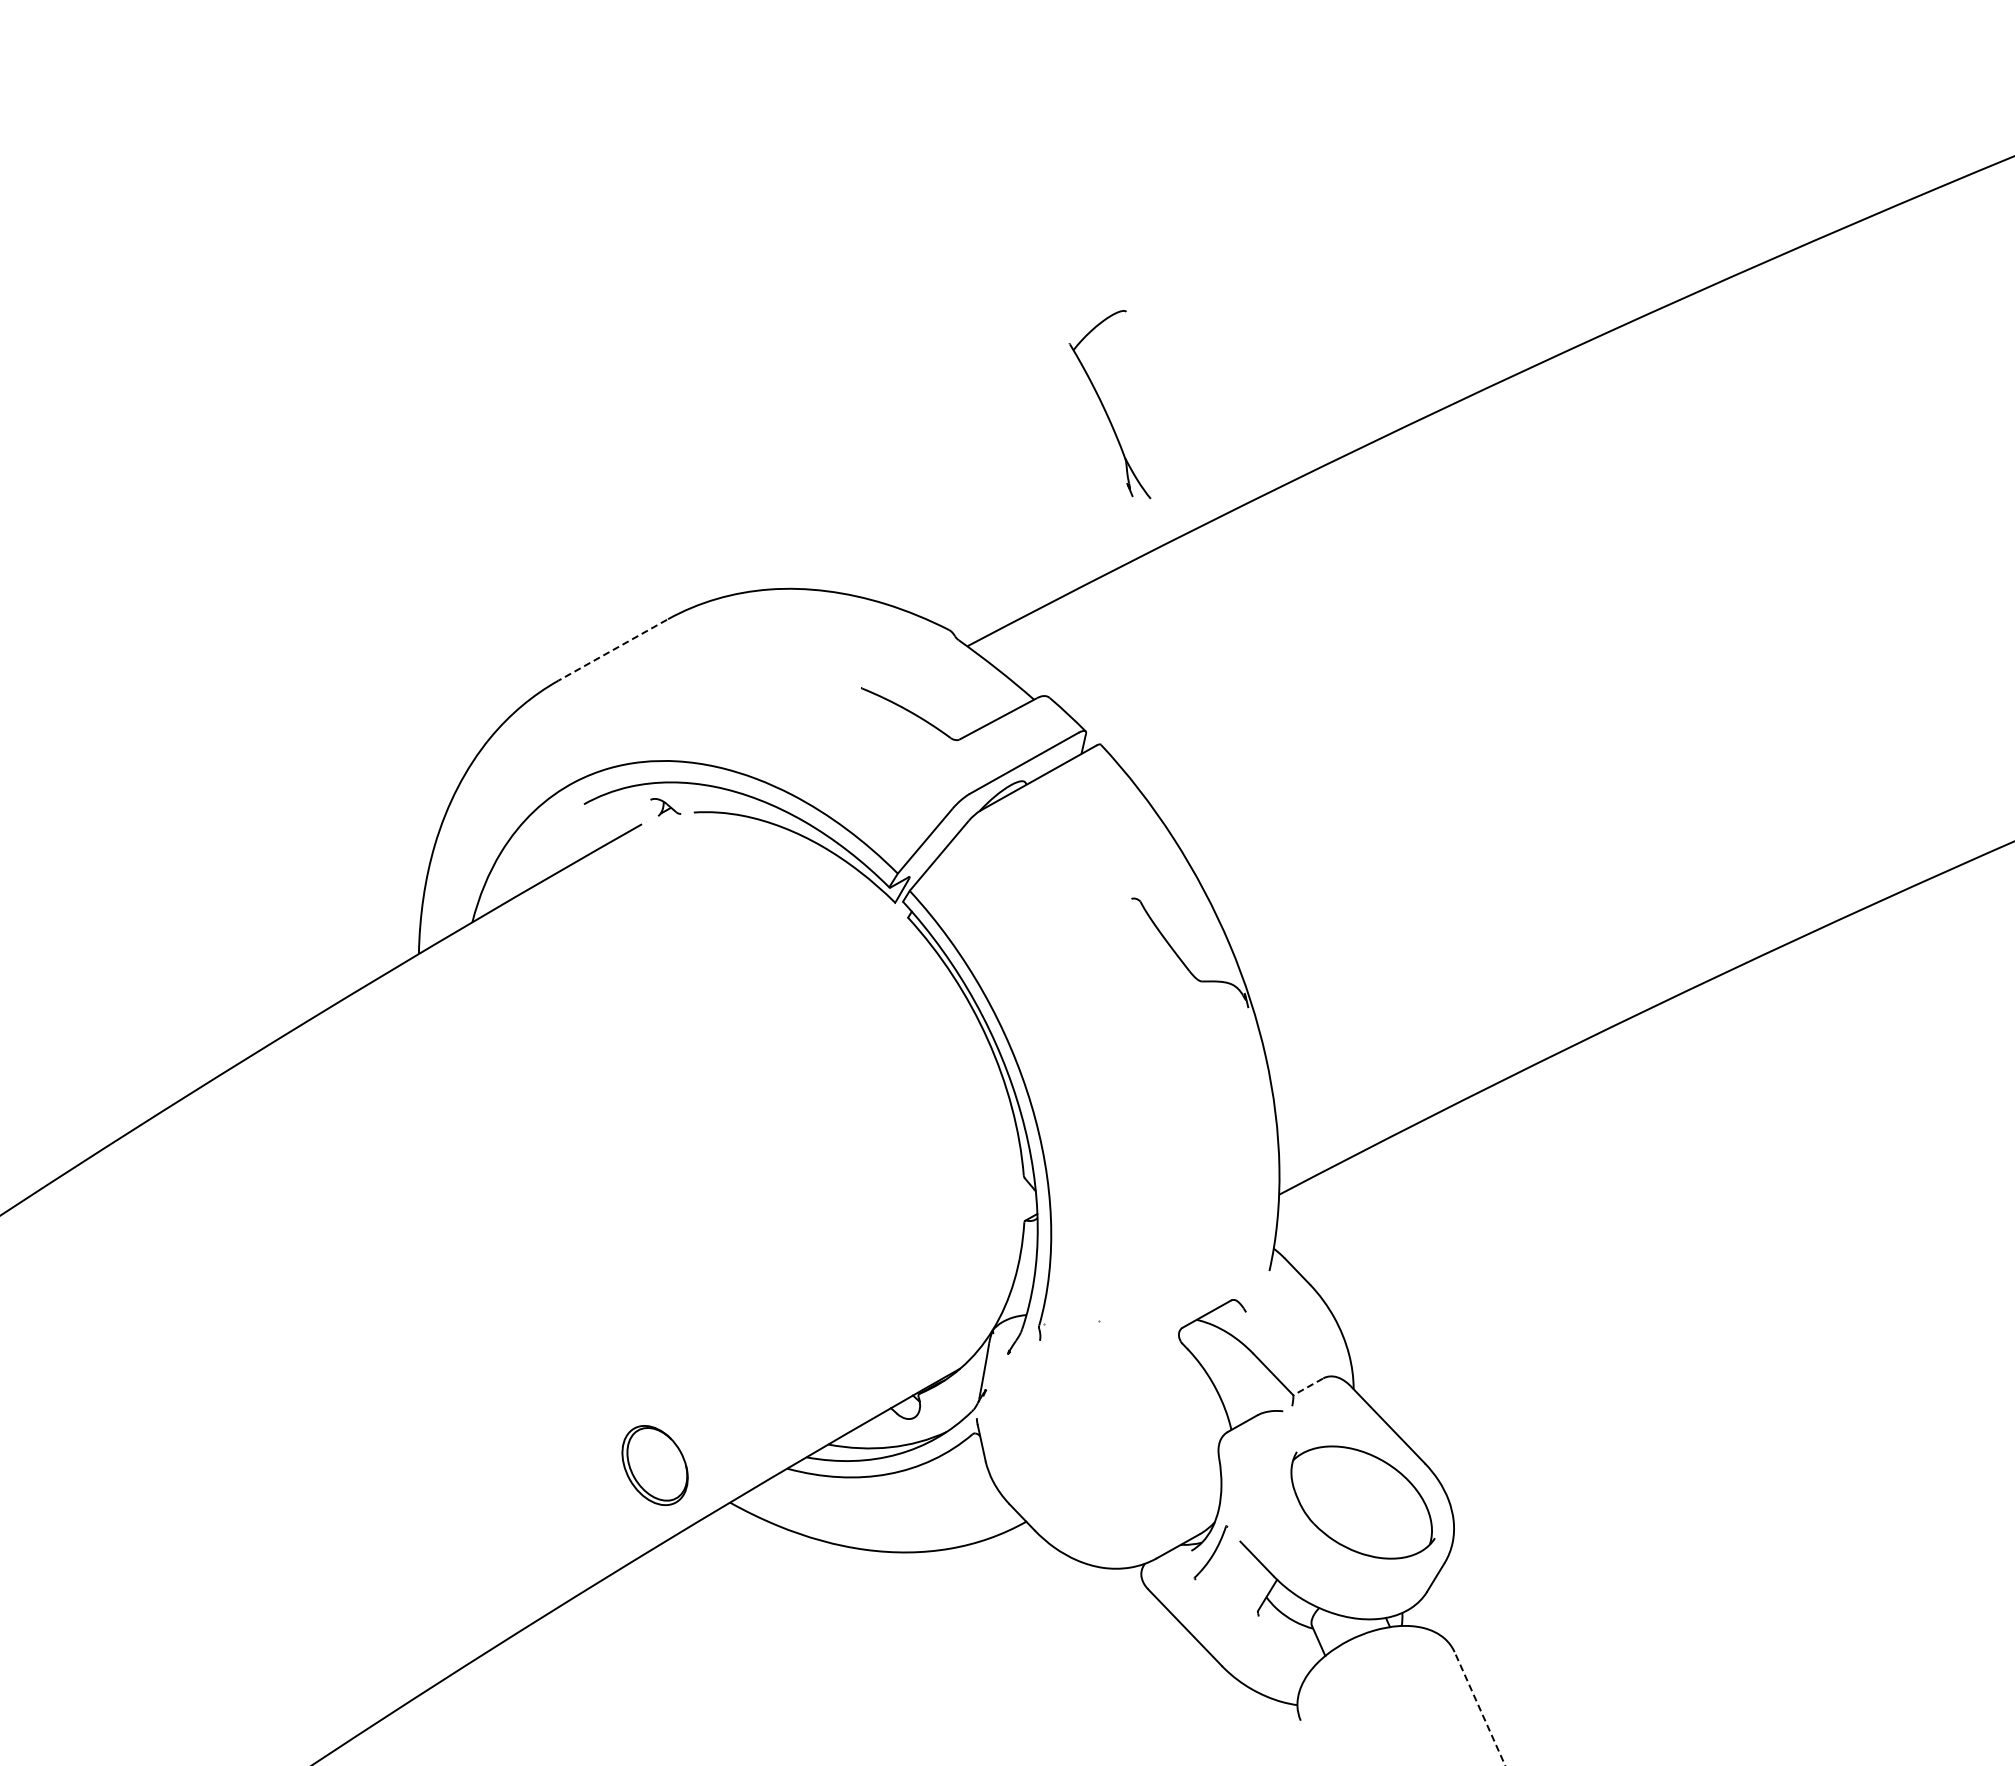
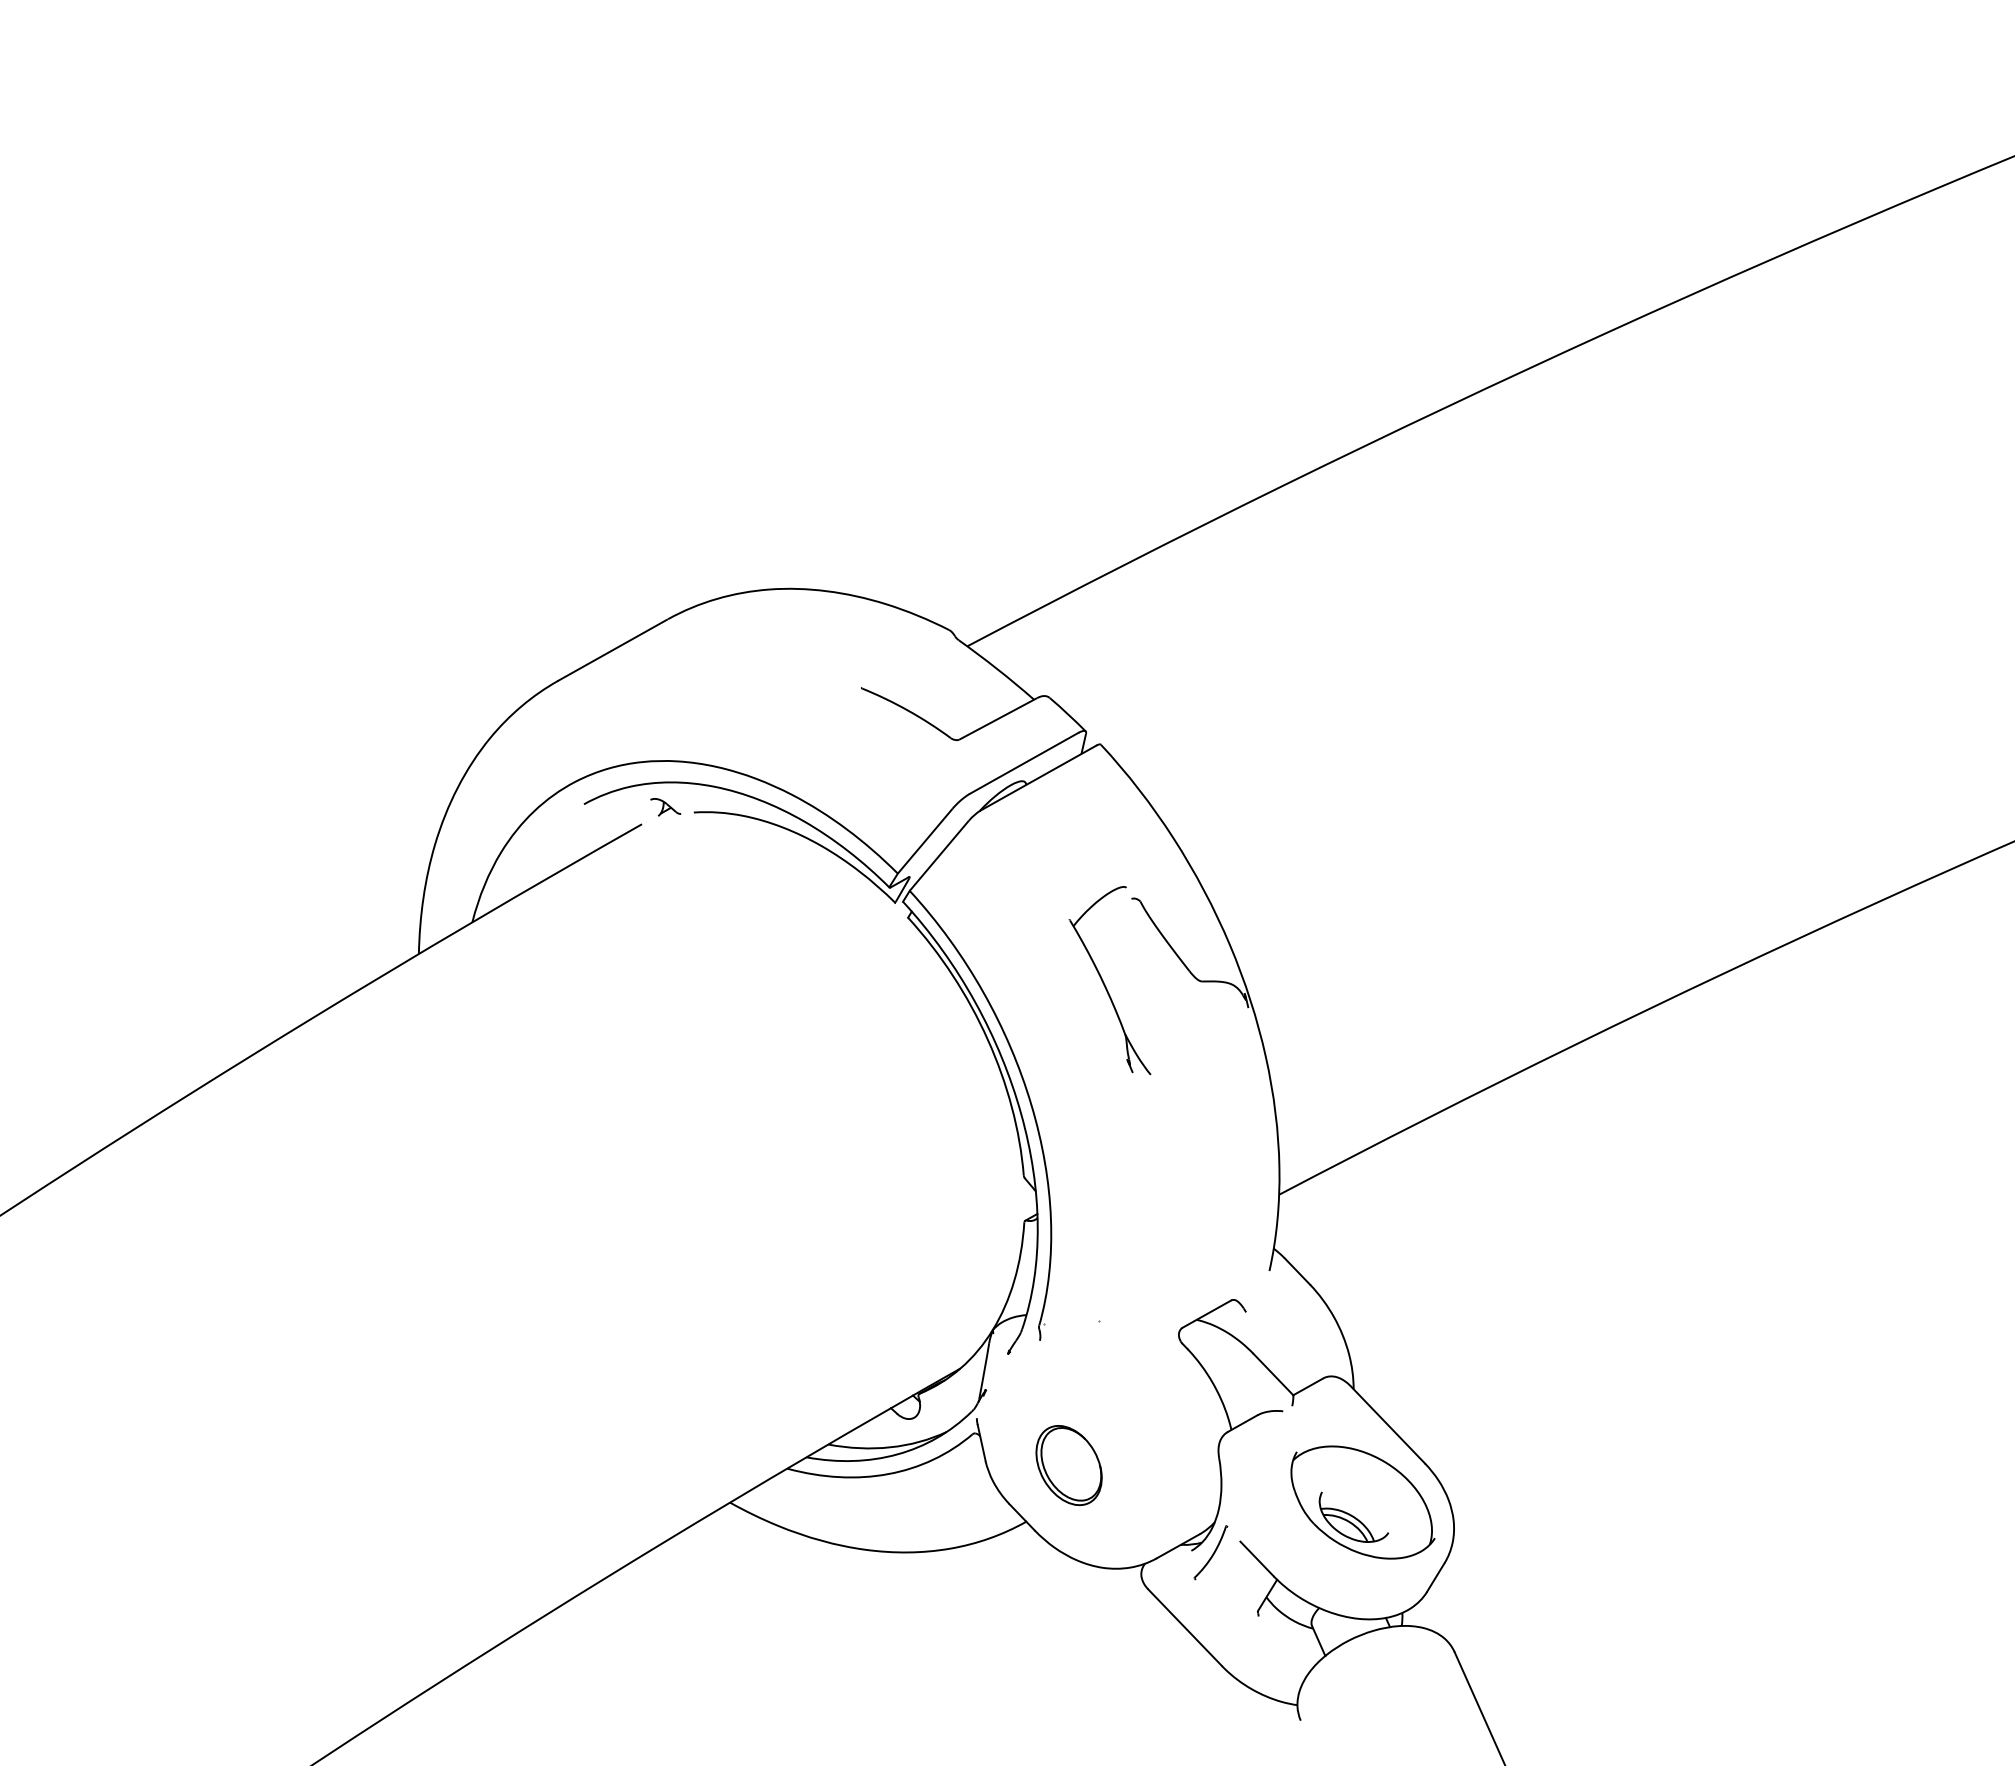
part at (1109, 404) position: (1109, 404) -> (1109, 980)
line at (612, 650): dashed -> solid
line at (1308, 1386): dashed -> solid
part at (654, 1465) position: (654, 1465) -> (1068, 1465)
part at (1353, 1516): none -> present
line at (1479, 1708): dashed -> solid
